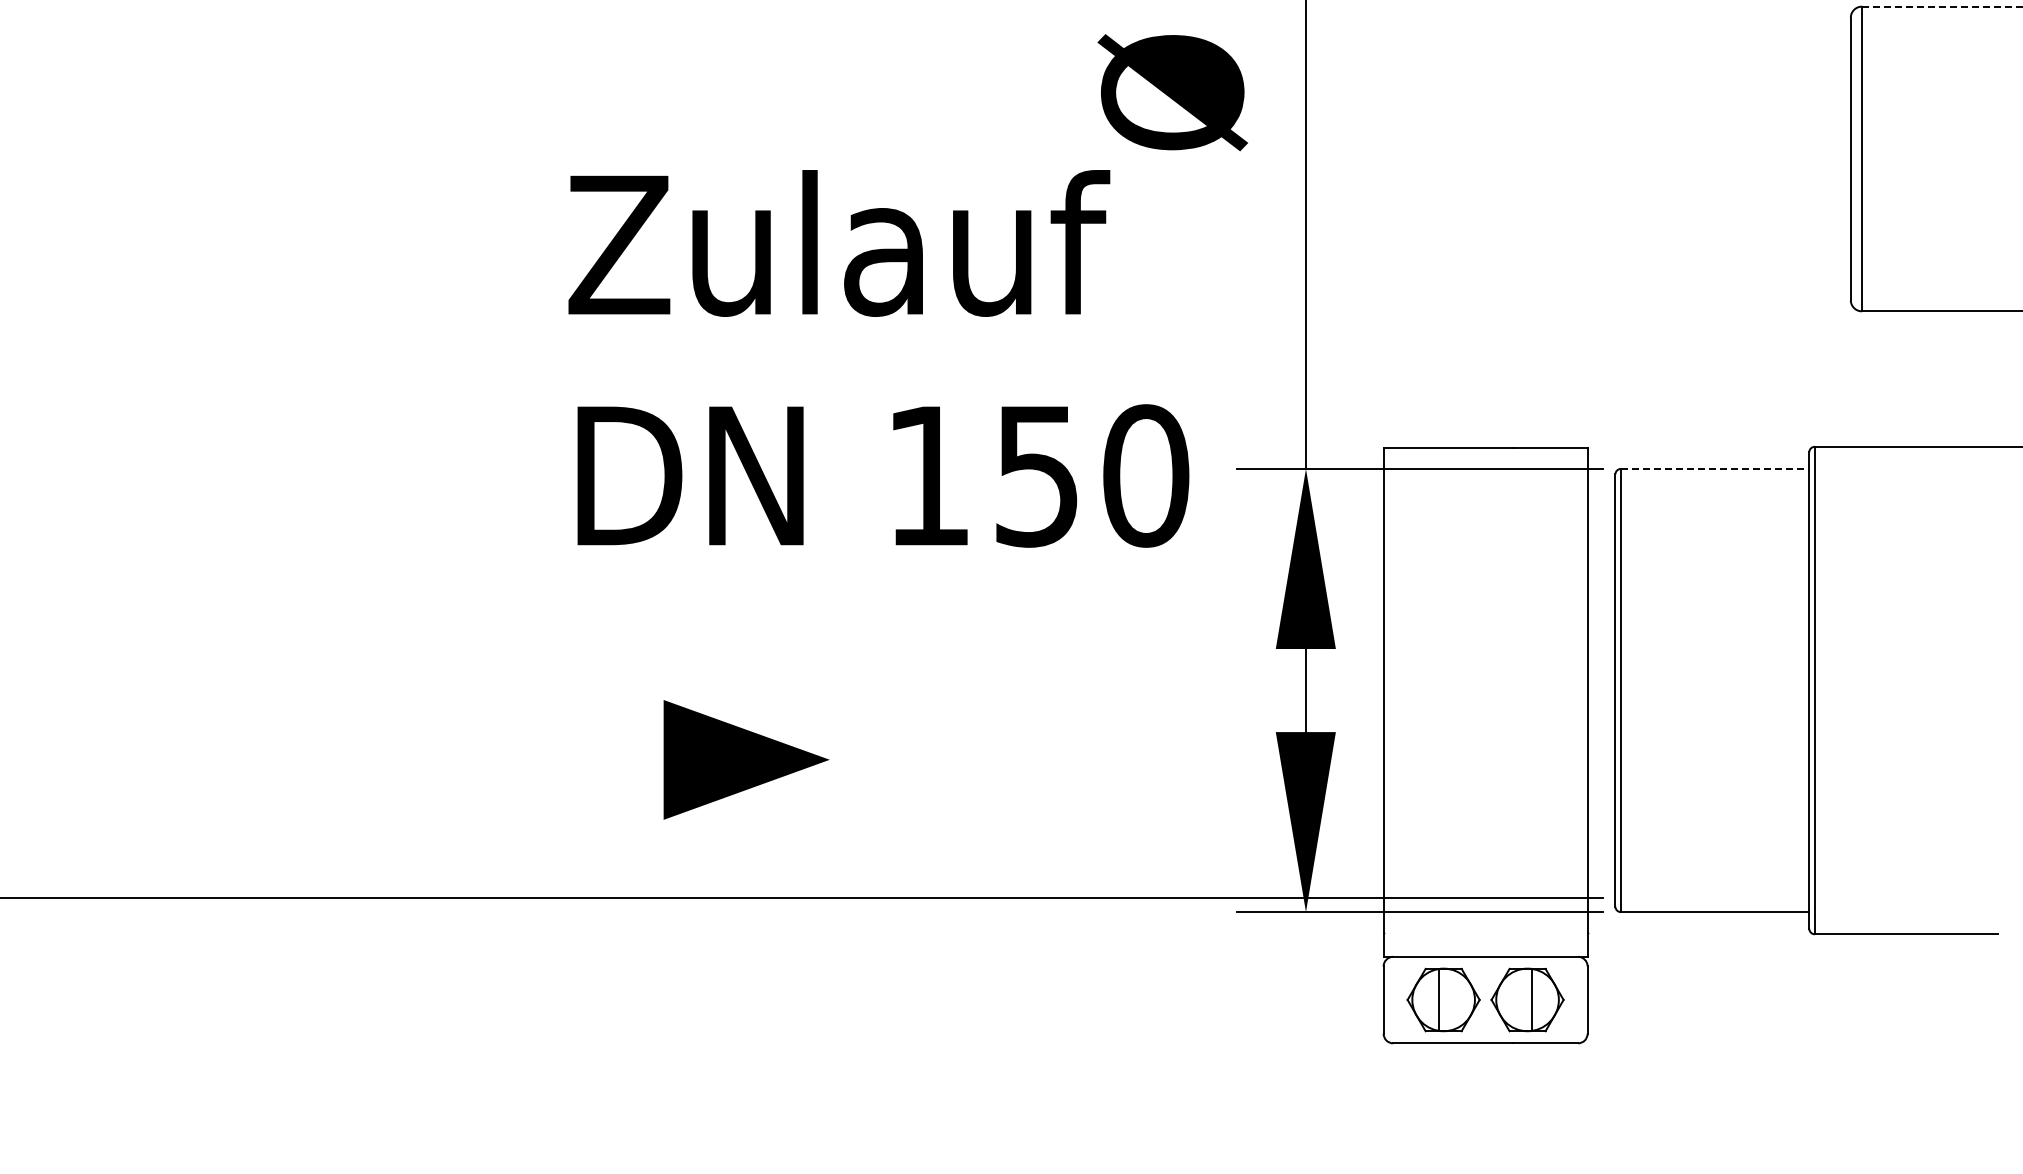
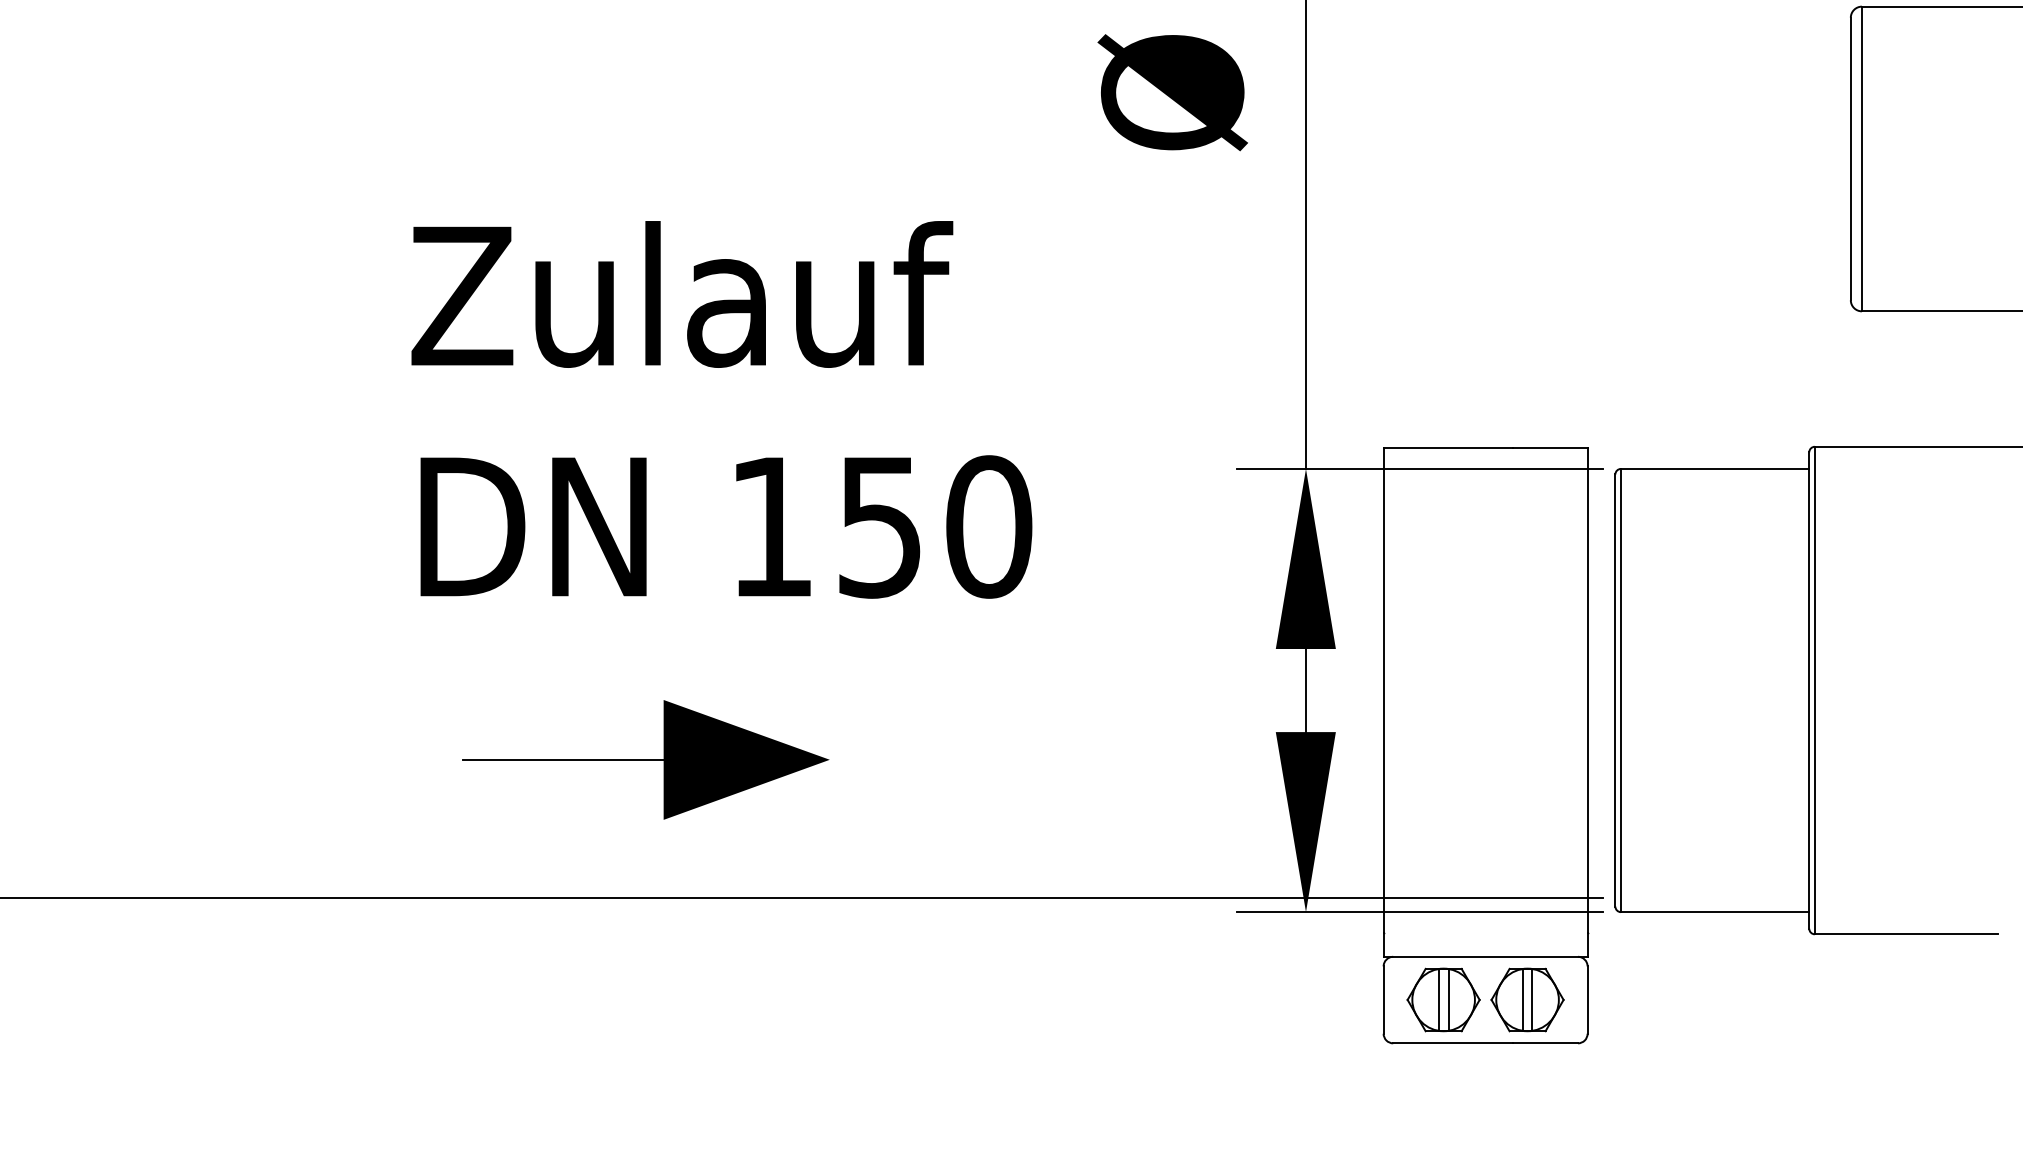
line at (1941, 6): dashed -> solid
text at (878, 358) position: (878, 358) -> (721, 409)
line at (1715, 468): dashed -> solid
line at (562, 759): none -> present
line at (1448, 999): none -> present
line at (1522, 999): none -> present
